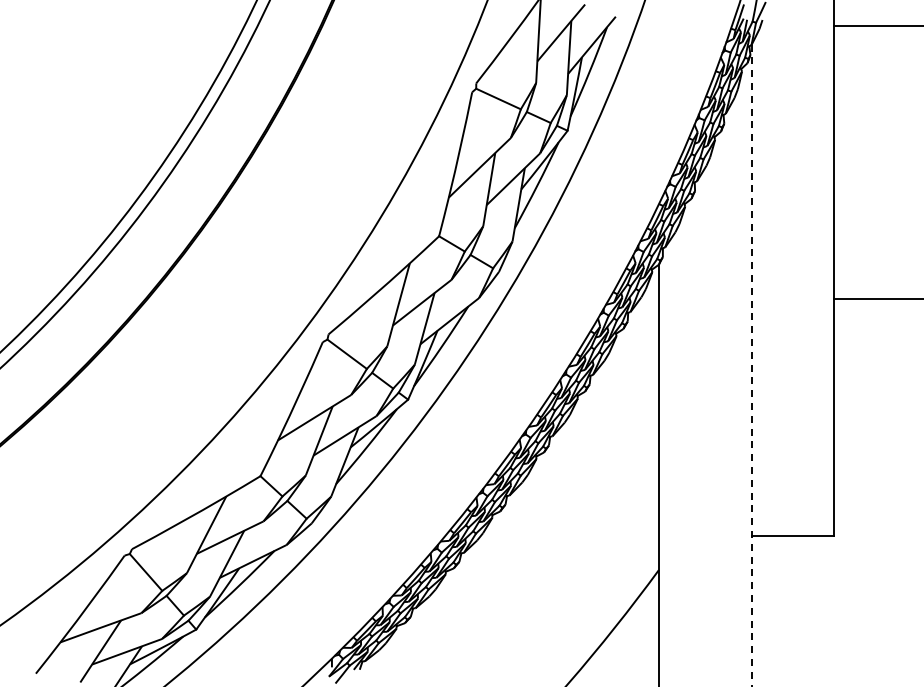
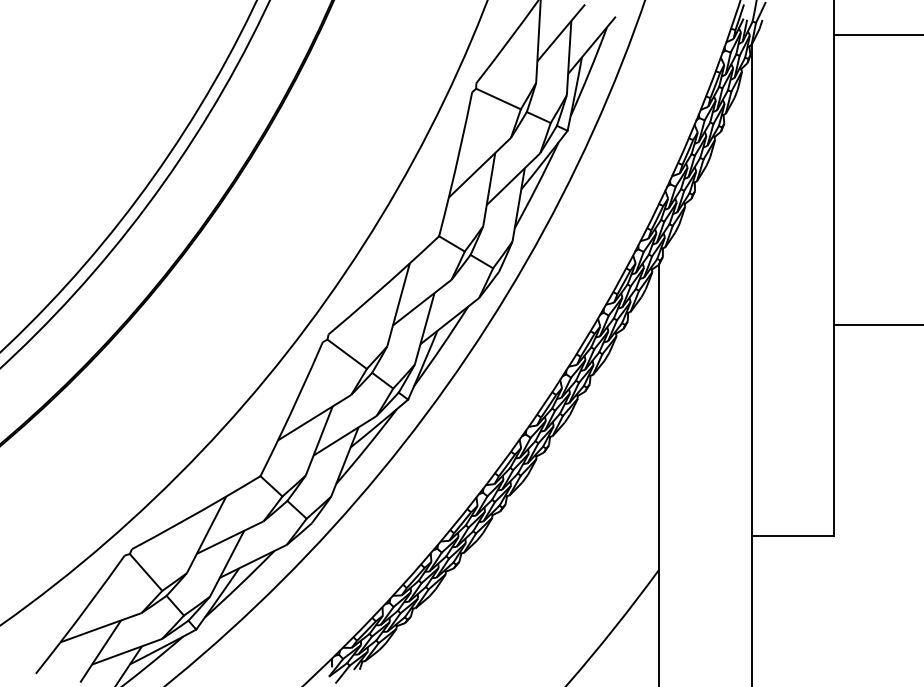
line at (877, 25) position: (877, 25) -> (877, 34)
line at (877, 298) position: (877, 298) -> (877, 324)
line at (751, 365): dashed -> solid
